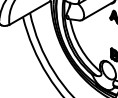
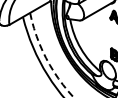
arc at (46, 58): solid -> dashed
